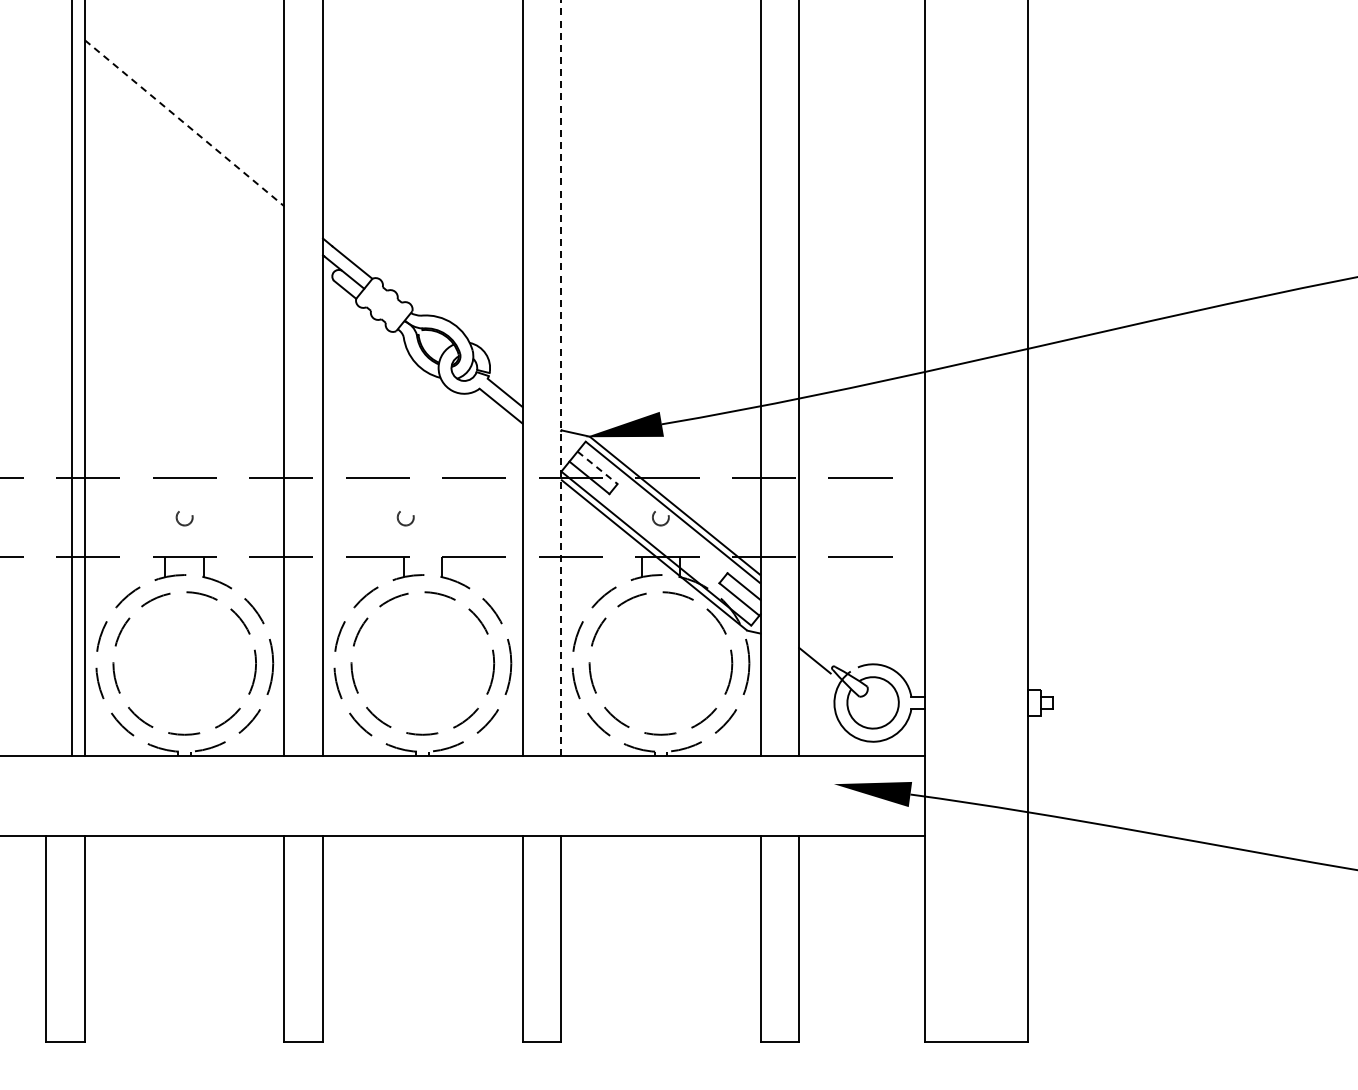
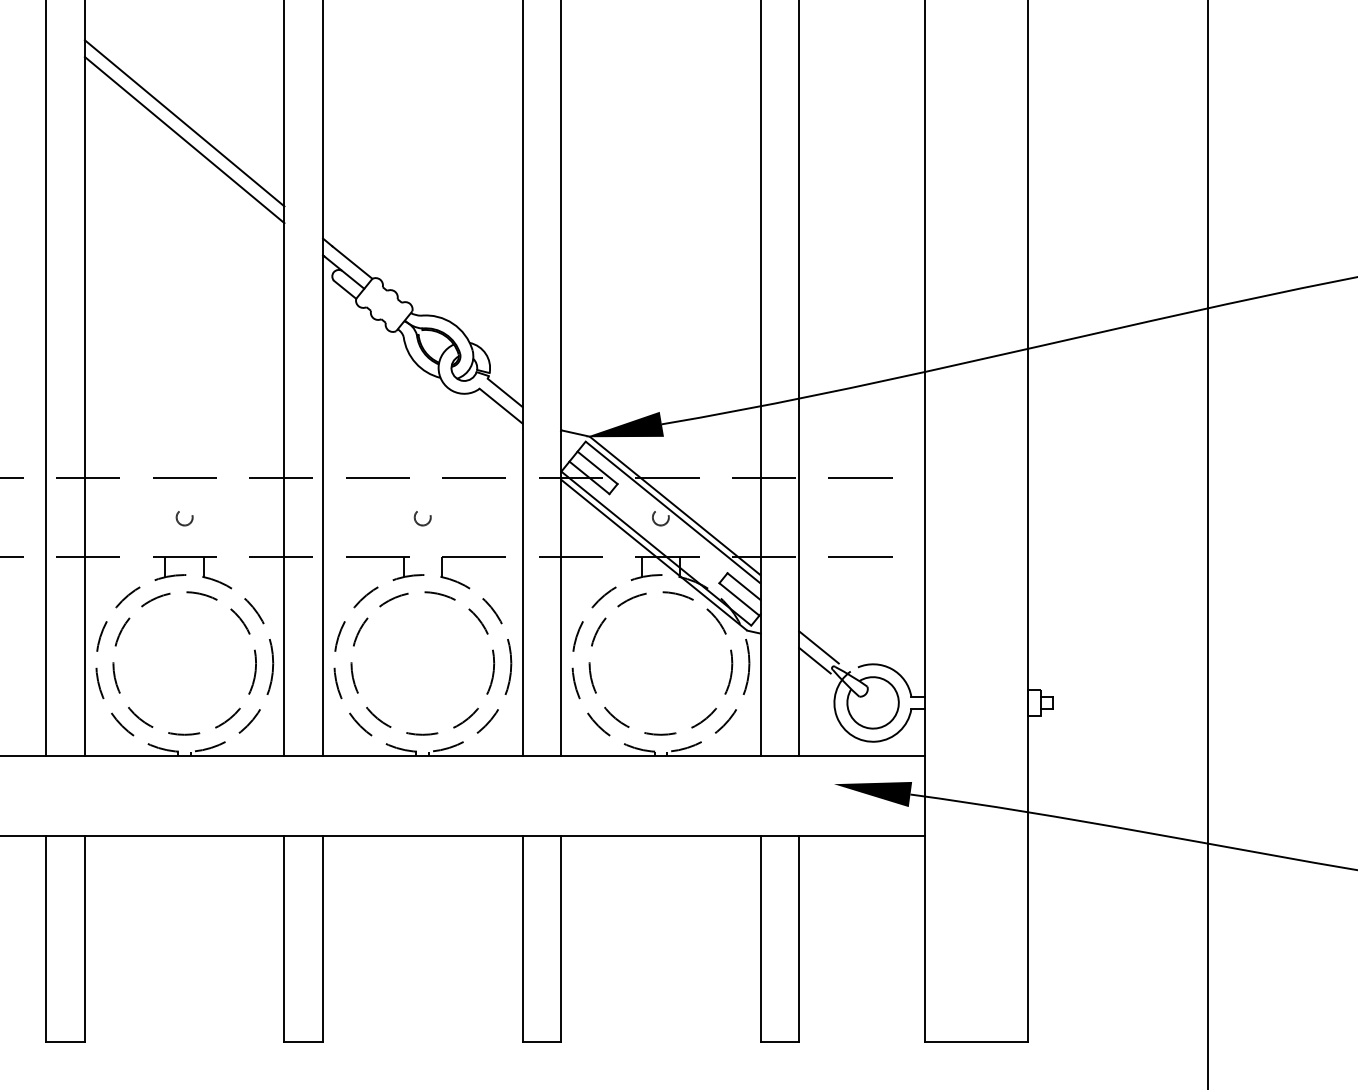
line at (184, 123): dashed -> solid
line at (184, 140): none -> present
line at (561, 378): dashed -> solid
line at (72, 379) position: (72, 379) -> (46, 379)
line at (597, 467): dashed -> solid
circle at (405, 518) position: (405, 518) -> (422, 518)
line at (1207, 544): none -> present
line at (818, 647): none -> present
